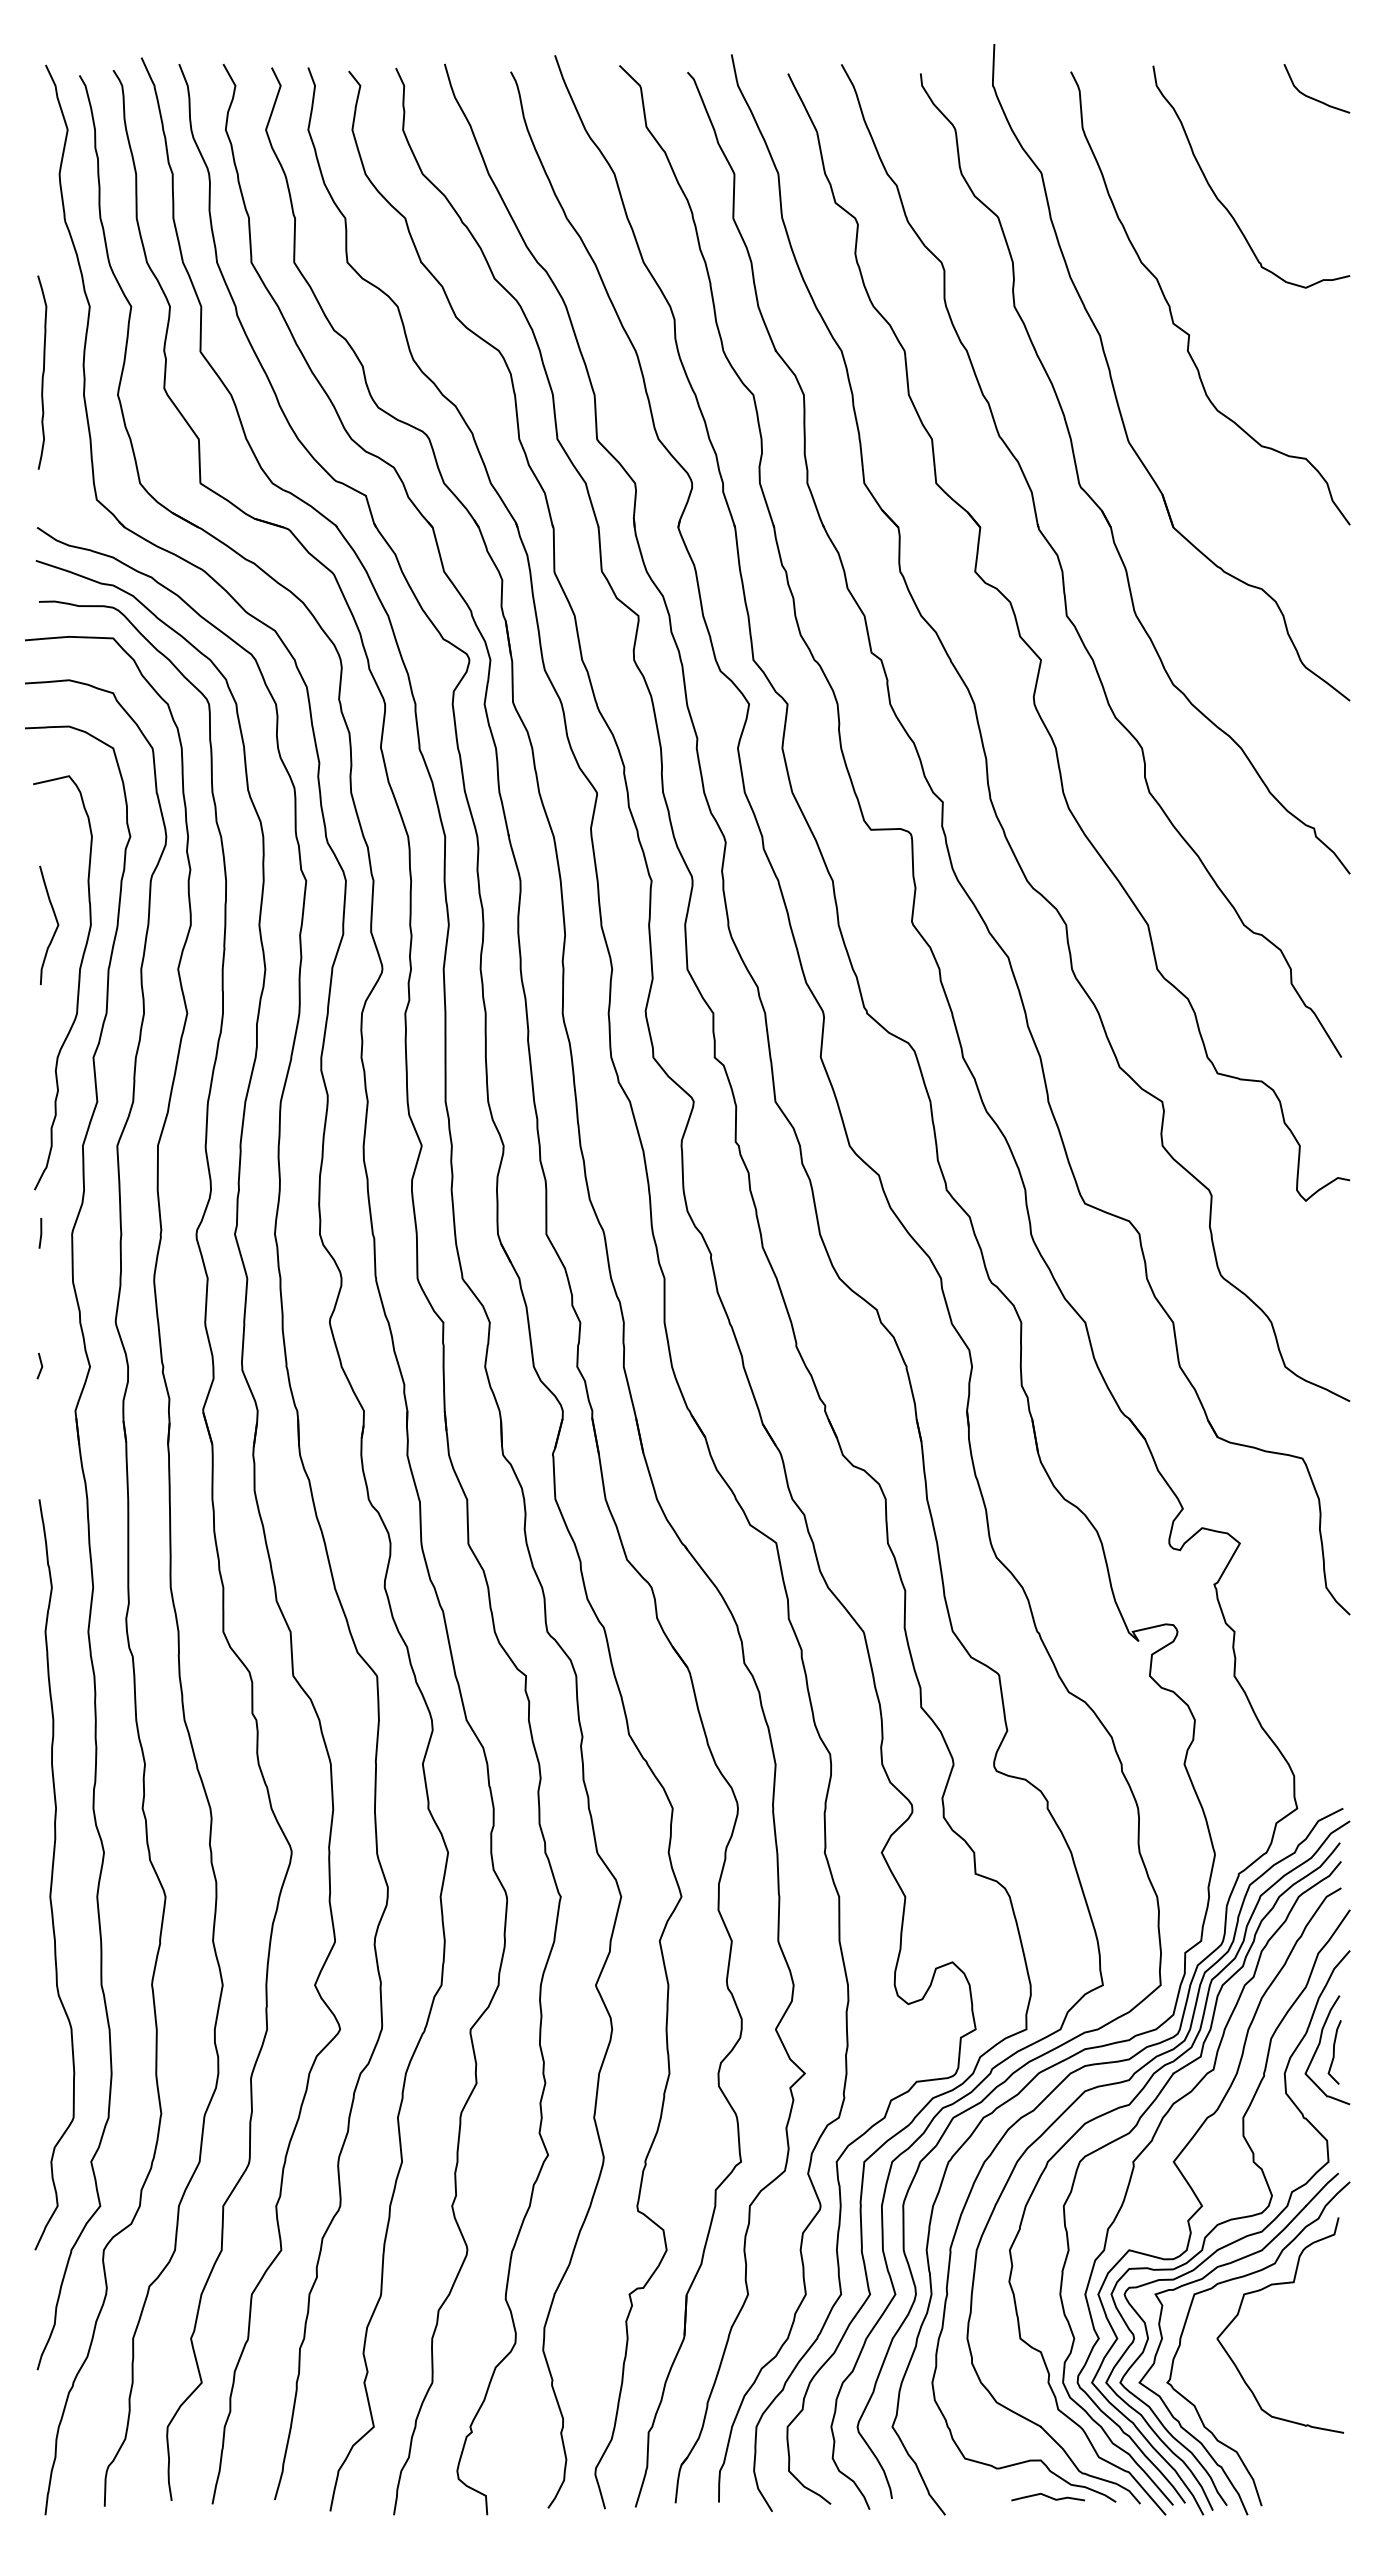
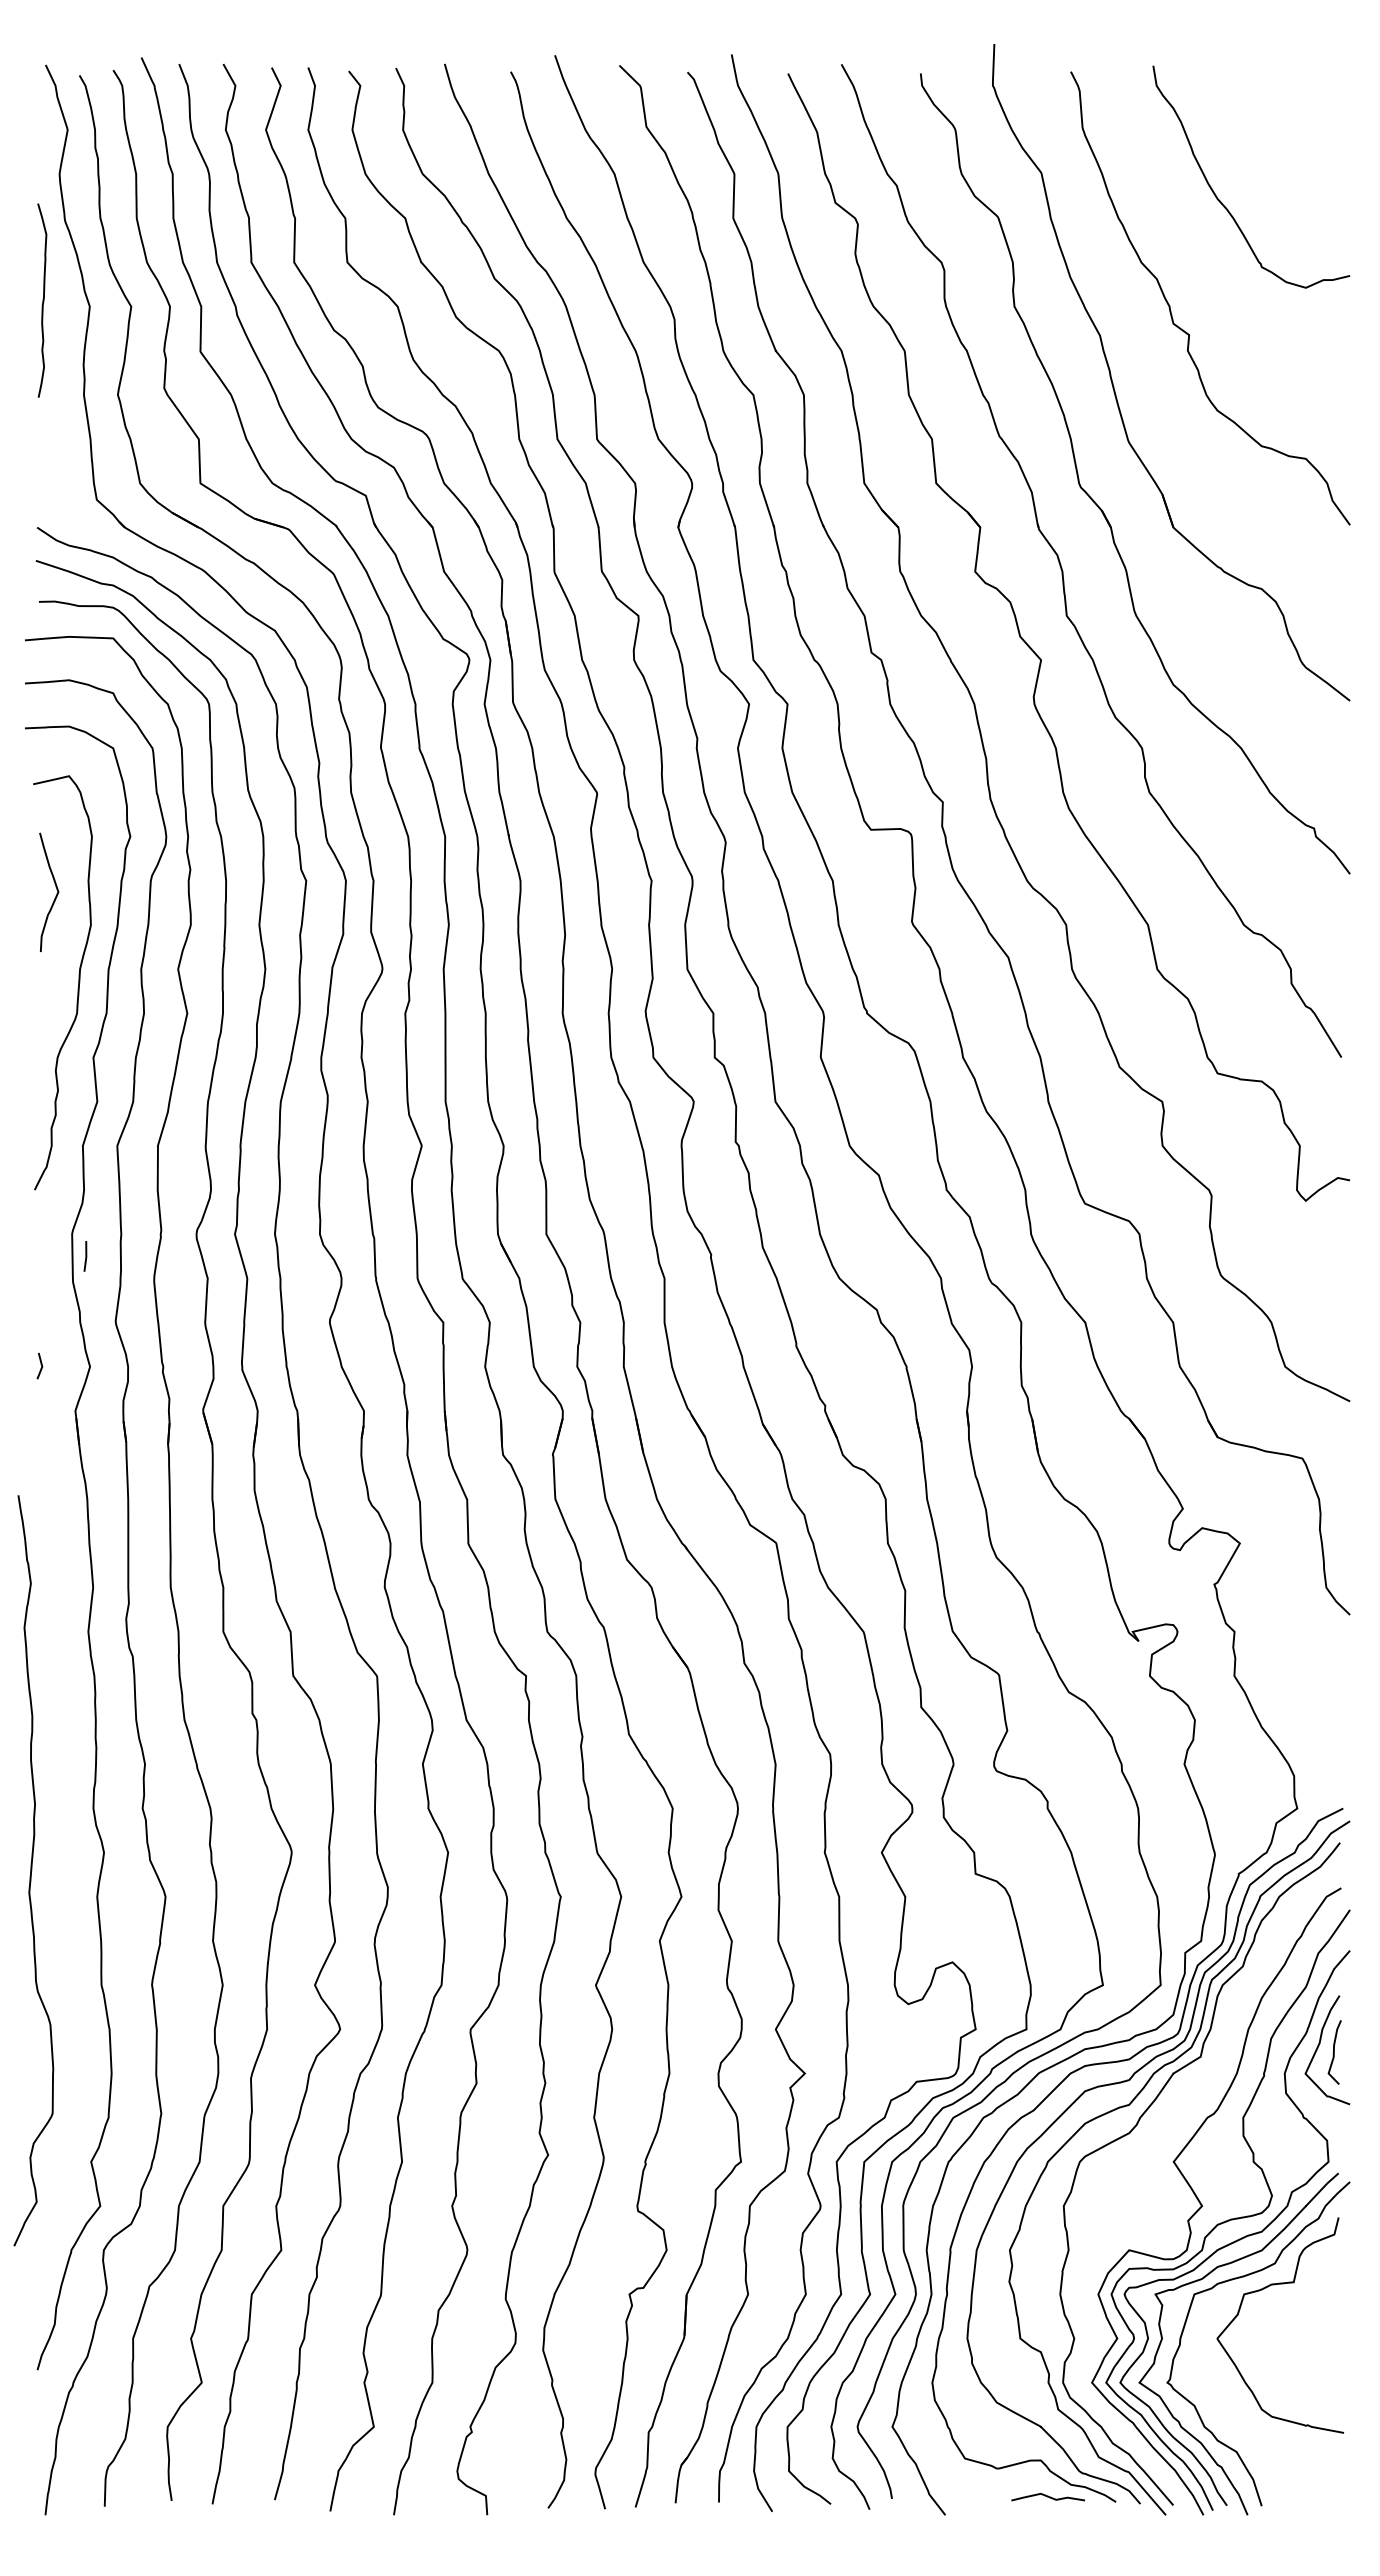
curve at (1312, 97): present -> none
curve at (42, 372) position: (42, 372) -> (42, 300)
curve at (55, 920) position: (55, 920) -> (55, 887)
line at (40, 1233) position: (40, 1233) -> (85, 1256)
curve at (53, 1874) position: (53, 1874) -> (32, 1870)
curve at (1152, 2141): present -> none
